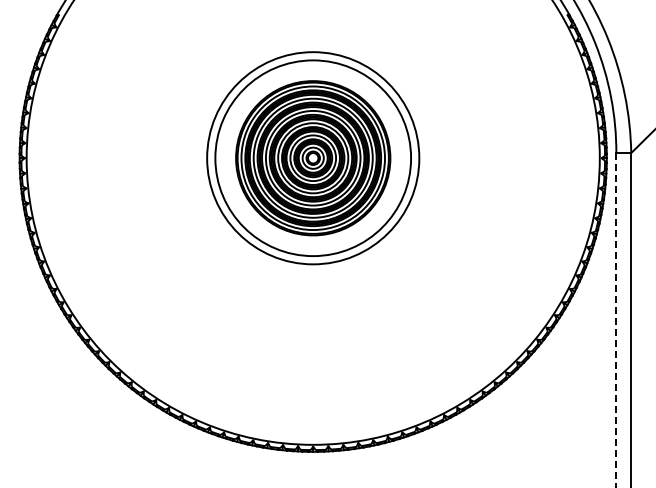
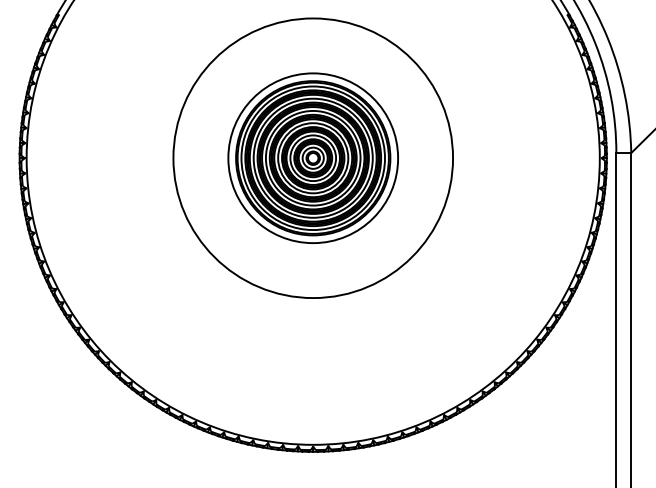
circle at (313, 158) diameter: 196 px -> 280 px
circle at (313, 158) diameter: 212 px -> 170 px
line at (616, 320): dashed -> solid
